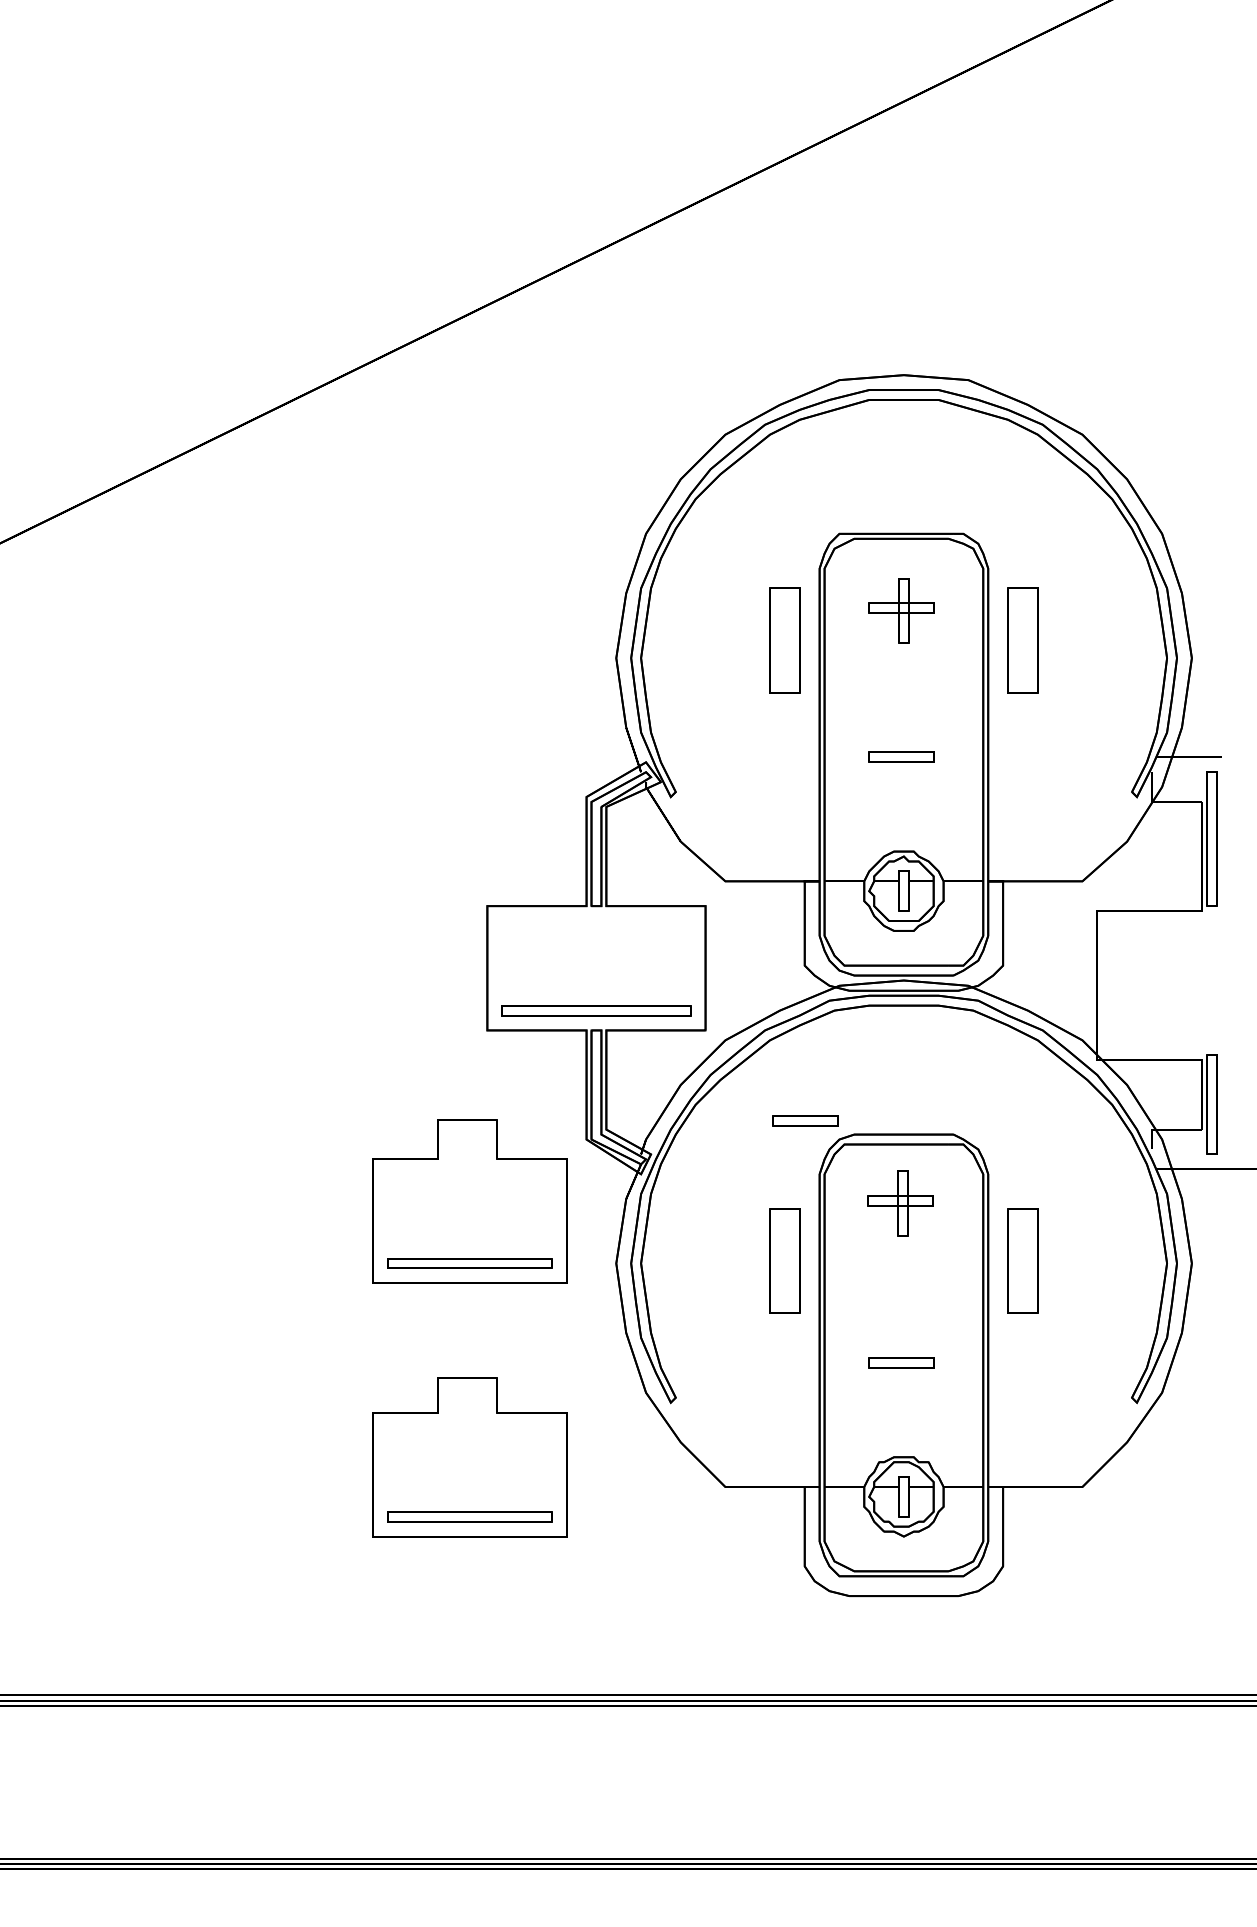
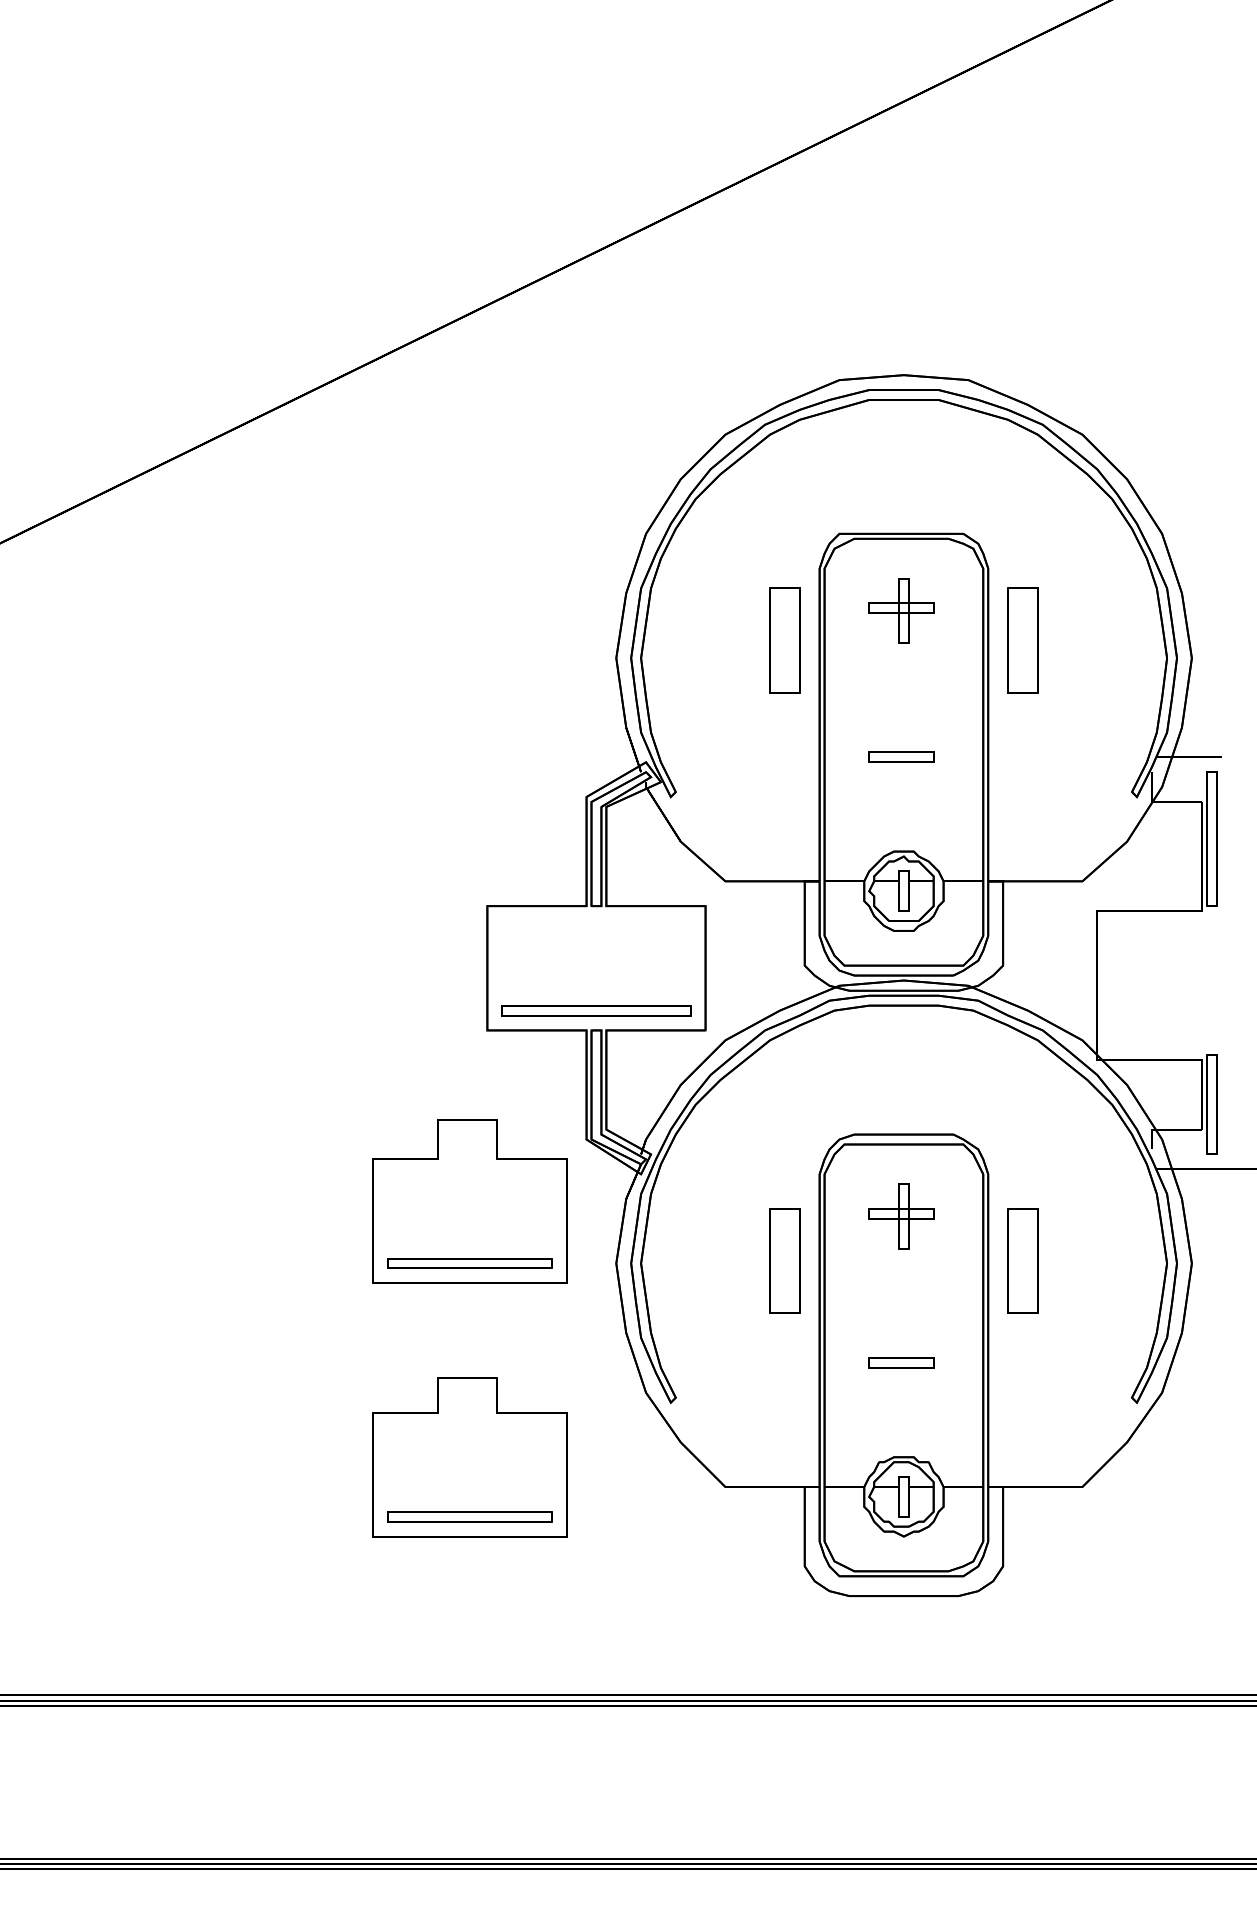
part at (805, 1120): present -> none
part at (900, 1203) position: (900, 1203) -> (901, 1216)
